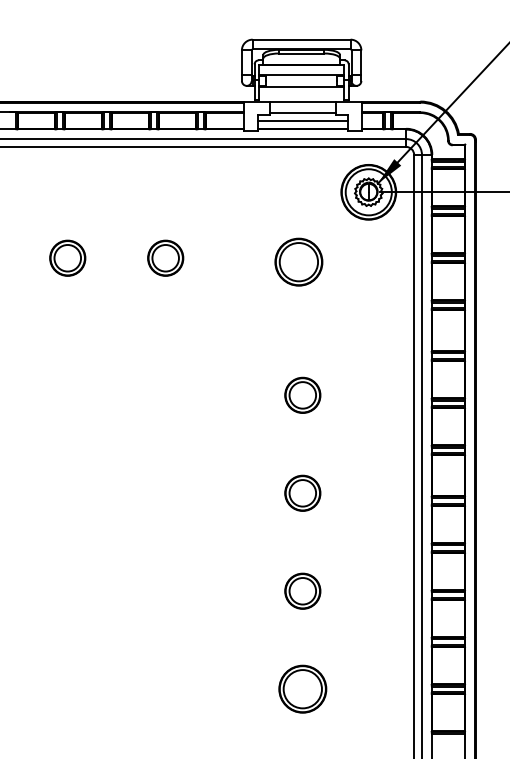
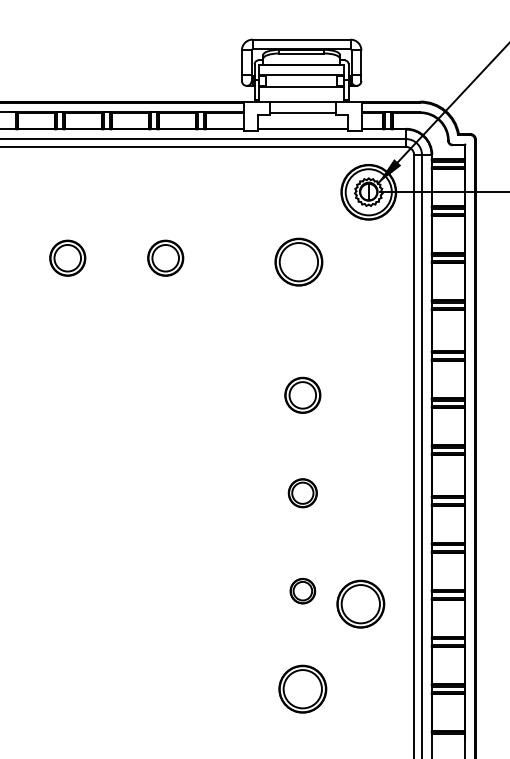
line at (302, 121): present -> none
part at (302, 492) size: 38x38 px -> 31x31 px
part at (302, 590) size: 38x38 px -> 28x27 px
part at (360, 603): none -> present
